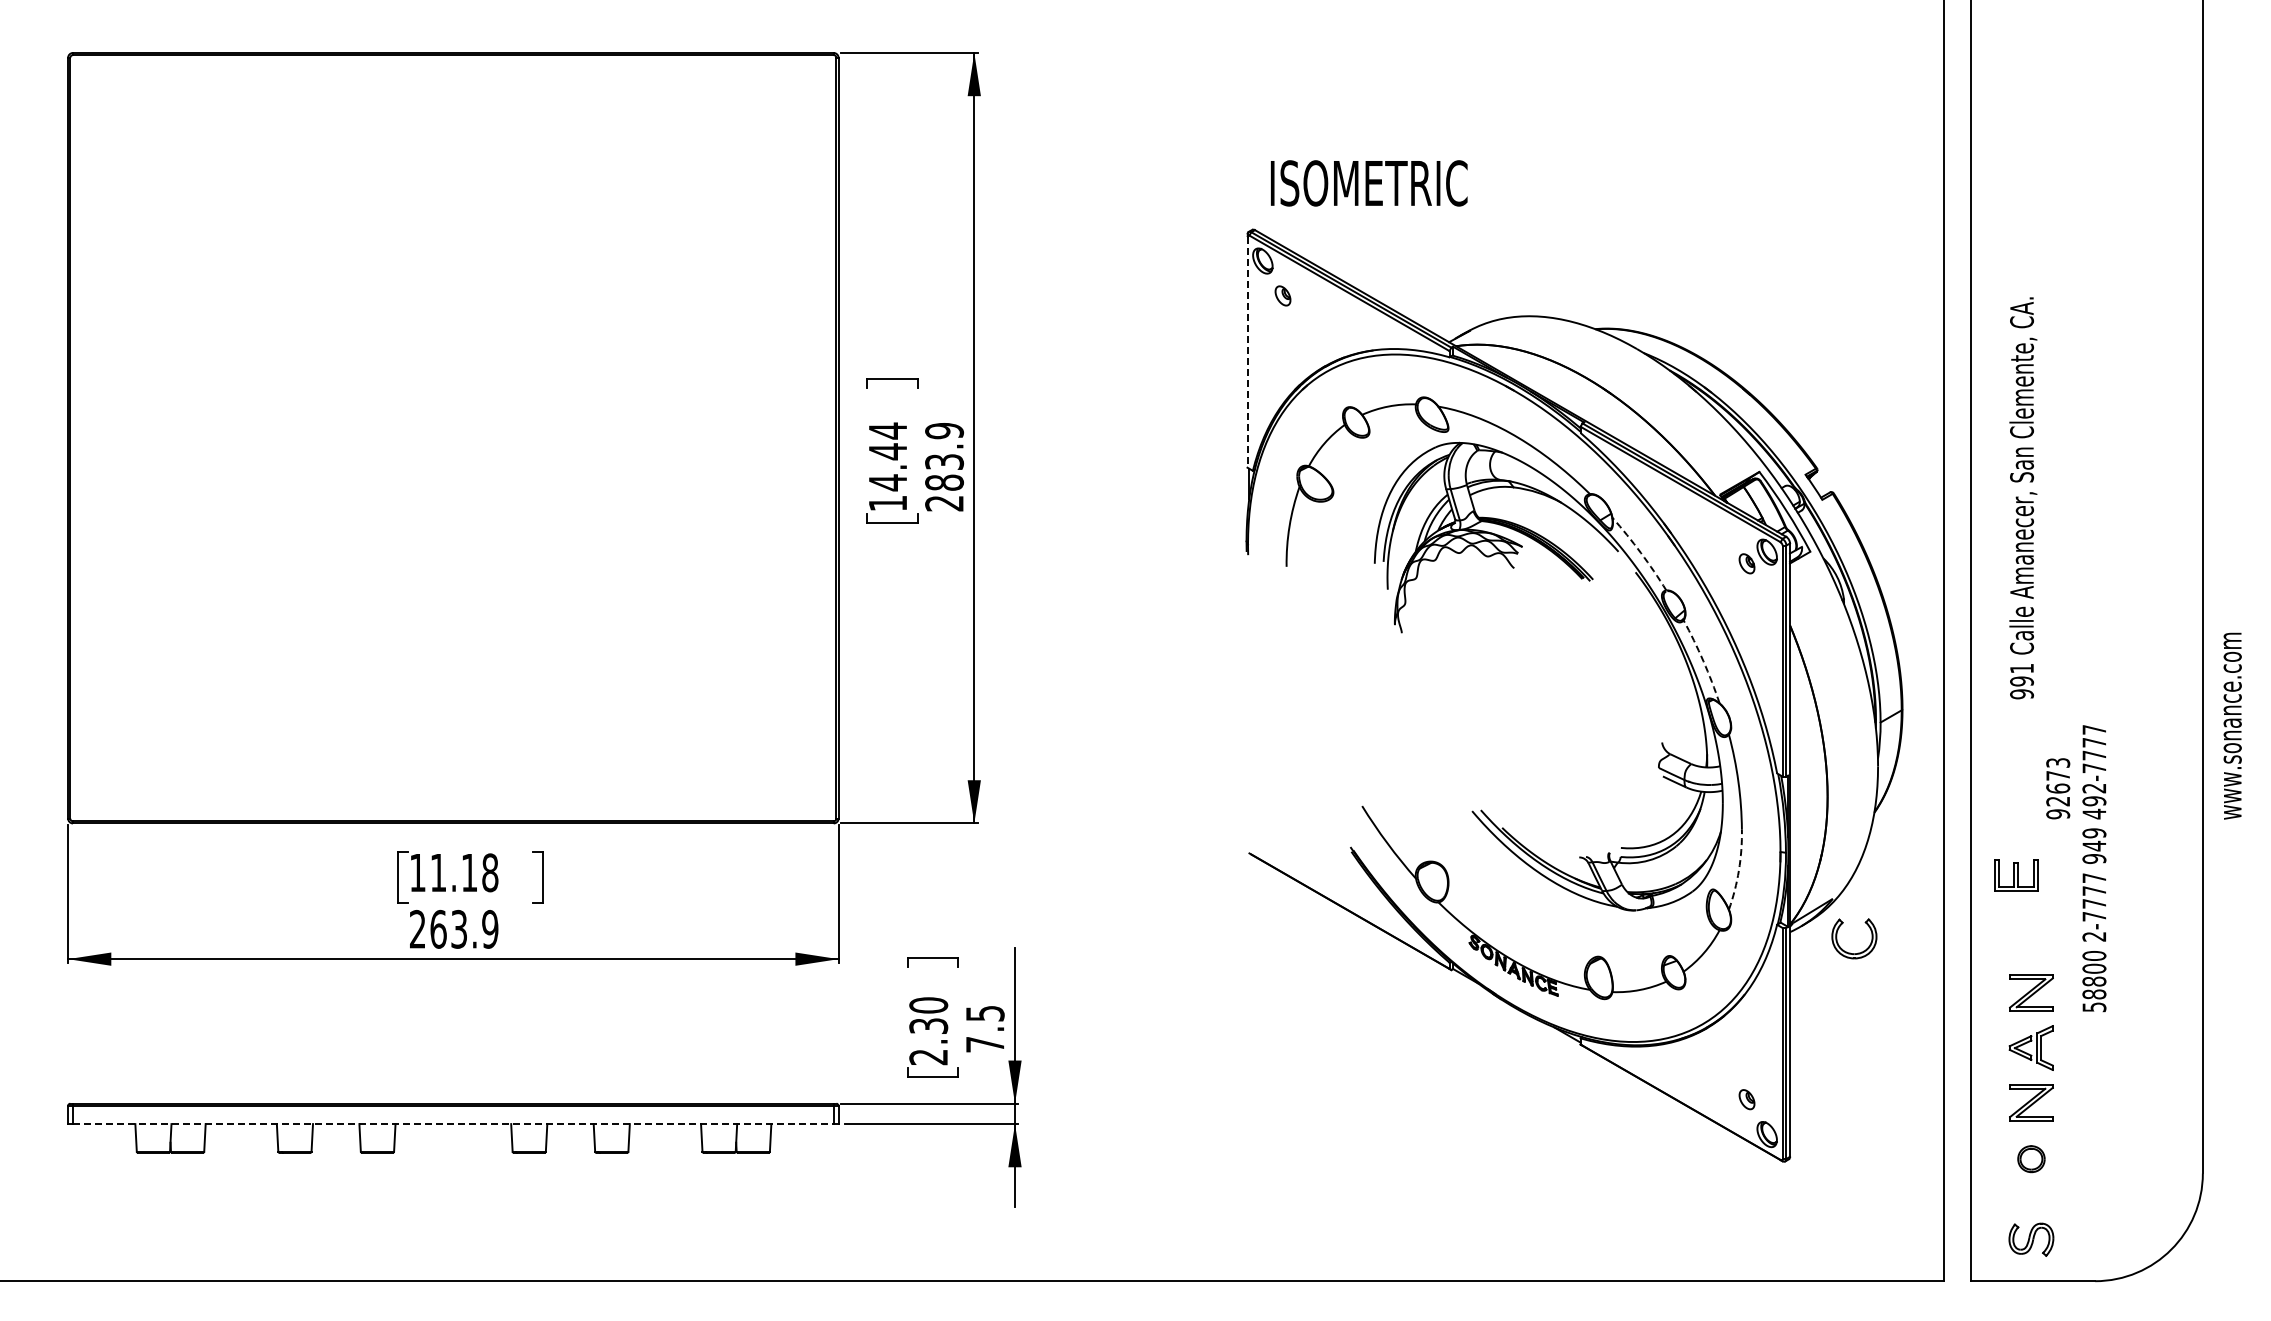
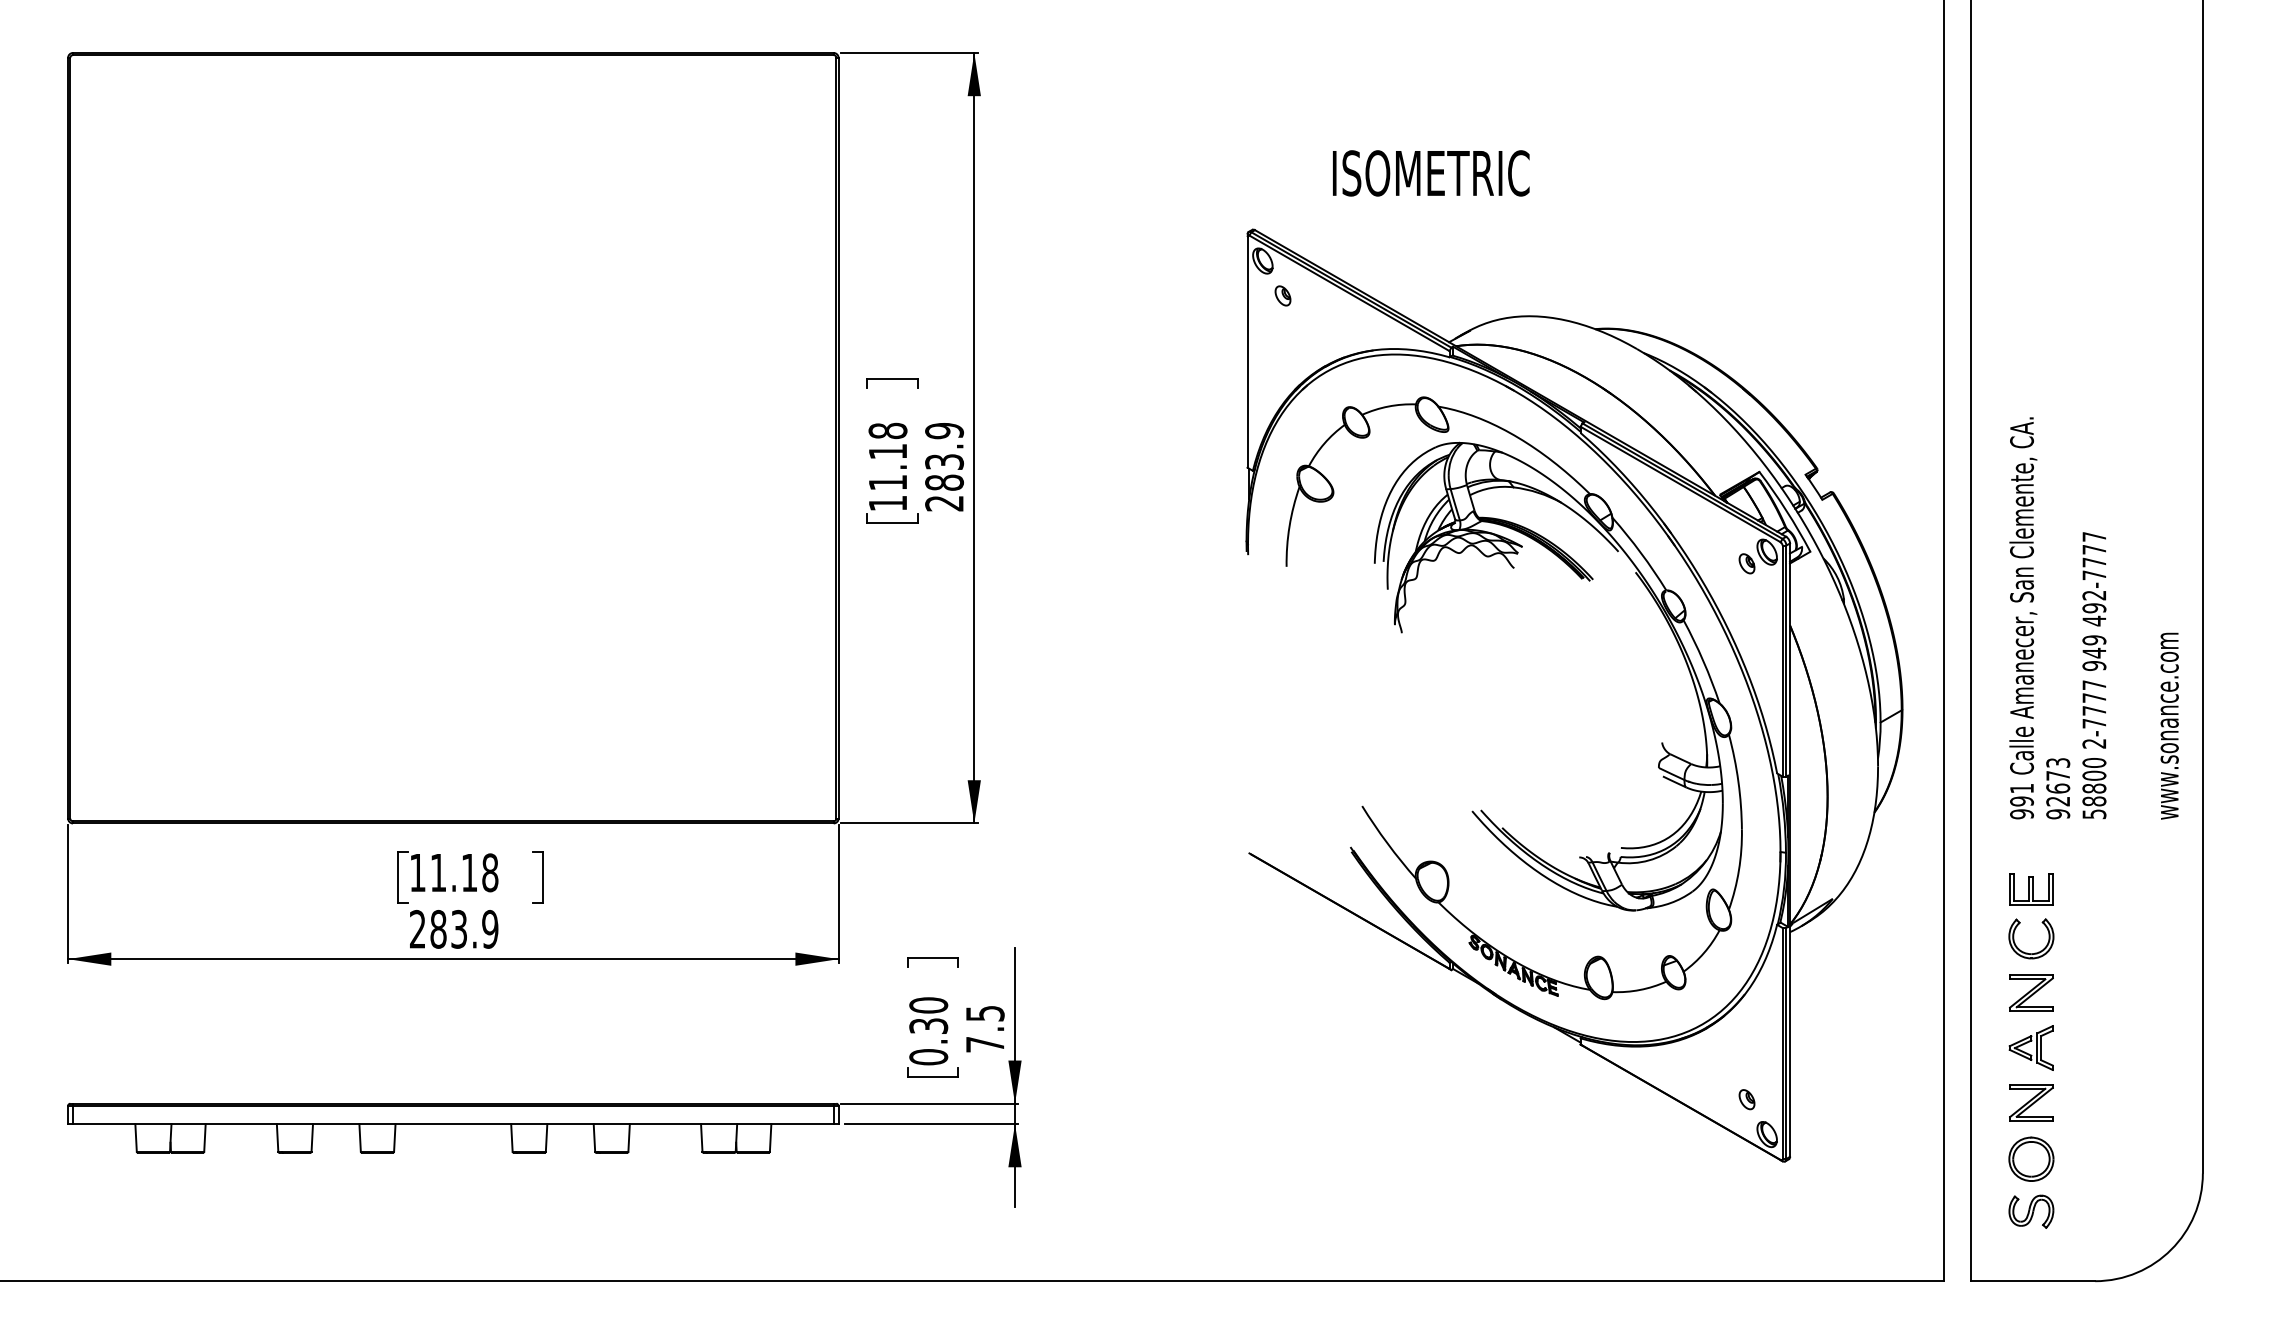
text at (1369, 183) position: (1369, 183) -> (1431, 173)
line at (1247, 352): dashed -> solid
text at (887, 456): 14.44 -> 11.18
text at (2023, 498) position: (2023, 498) -> (2023, 618)
arc at (1640, 553): dashed -> solid
arc at (1703, 661): dashed -> solid
text at (2232, 725) position: (2232, 725) -> (2169, 725)
text at (2094, 868) position: (2094, 868) -> (2094, 675)
arc at (1738, 870): dashed -> solid
part at (2016, 875) position: (2016, 875) -> (2031, 889)
text at (438, 928): 263.9 -> 283.9
part at (1850, 952) position: (1850, 952) -> (2027, 952)
text at (928, 1057): 2.30 -> 0.30
line at (453, 1124): dashed -> solid
part at (2031, 1159) size: 29x29 px -> 47x46 px
part at (2031, 1239) position: (2031, 1239) -> (2031, 1211)
